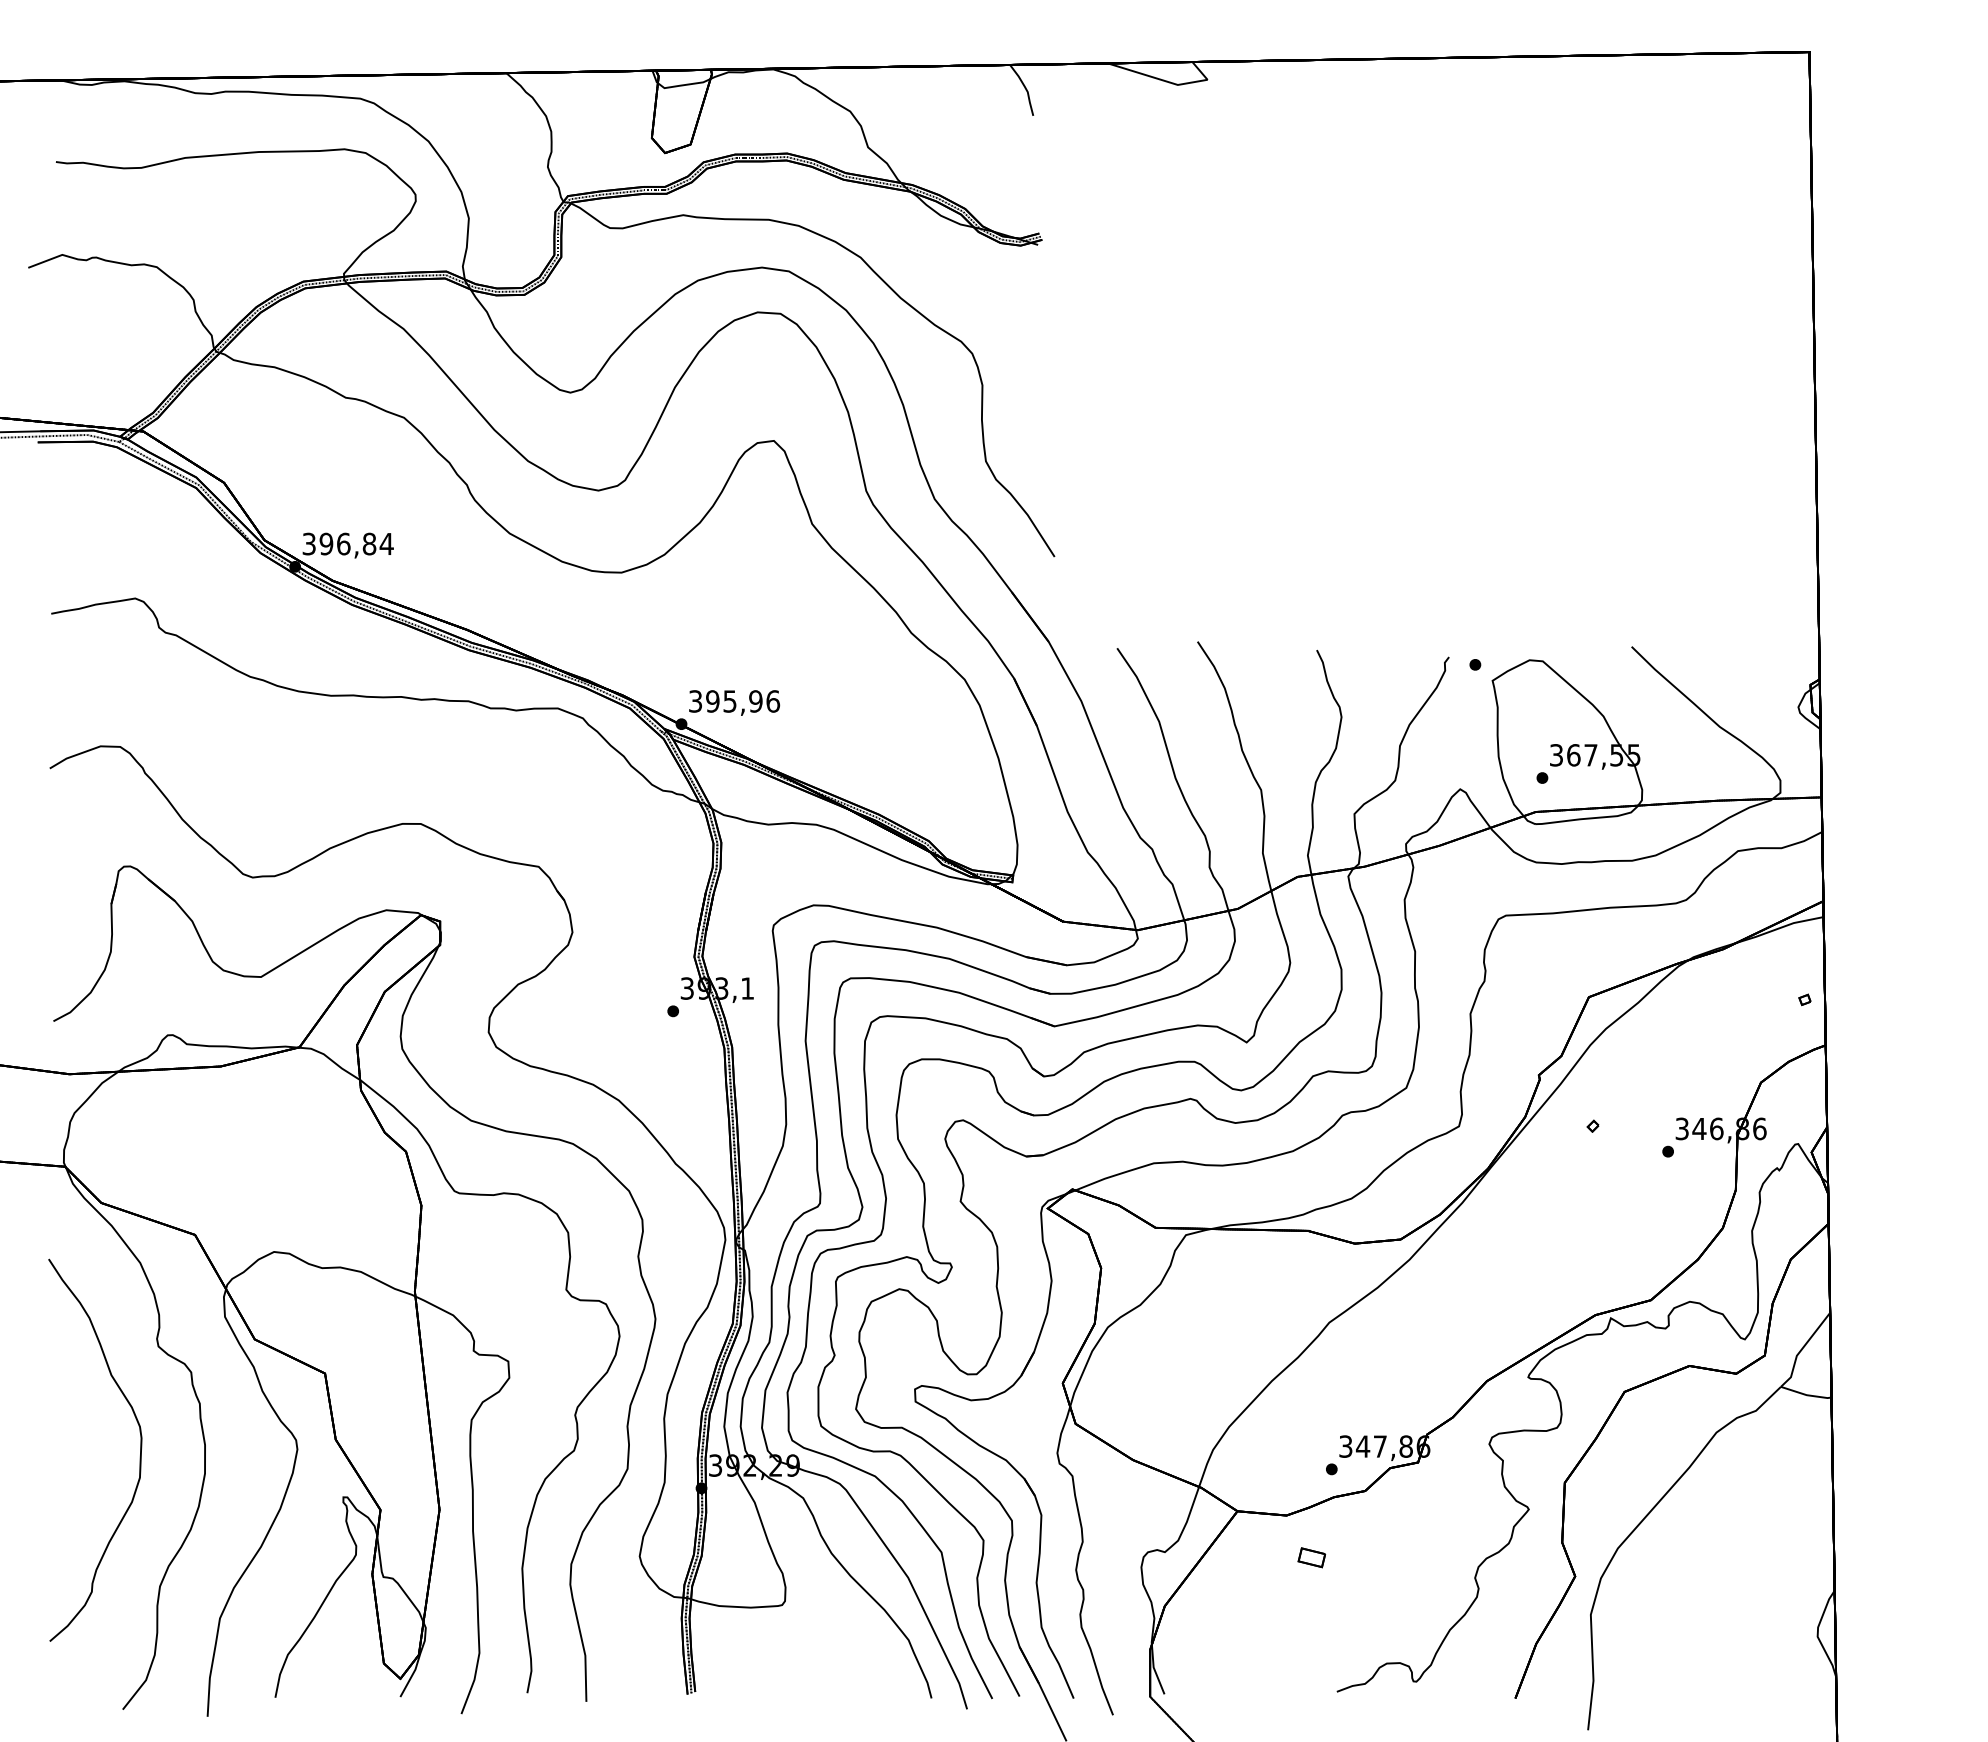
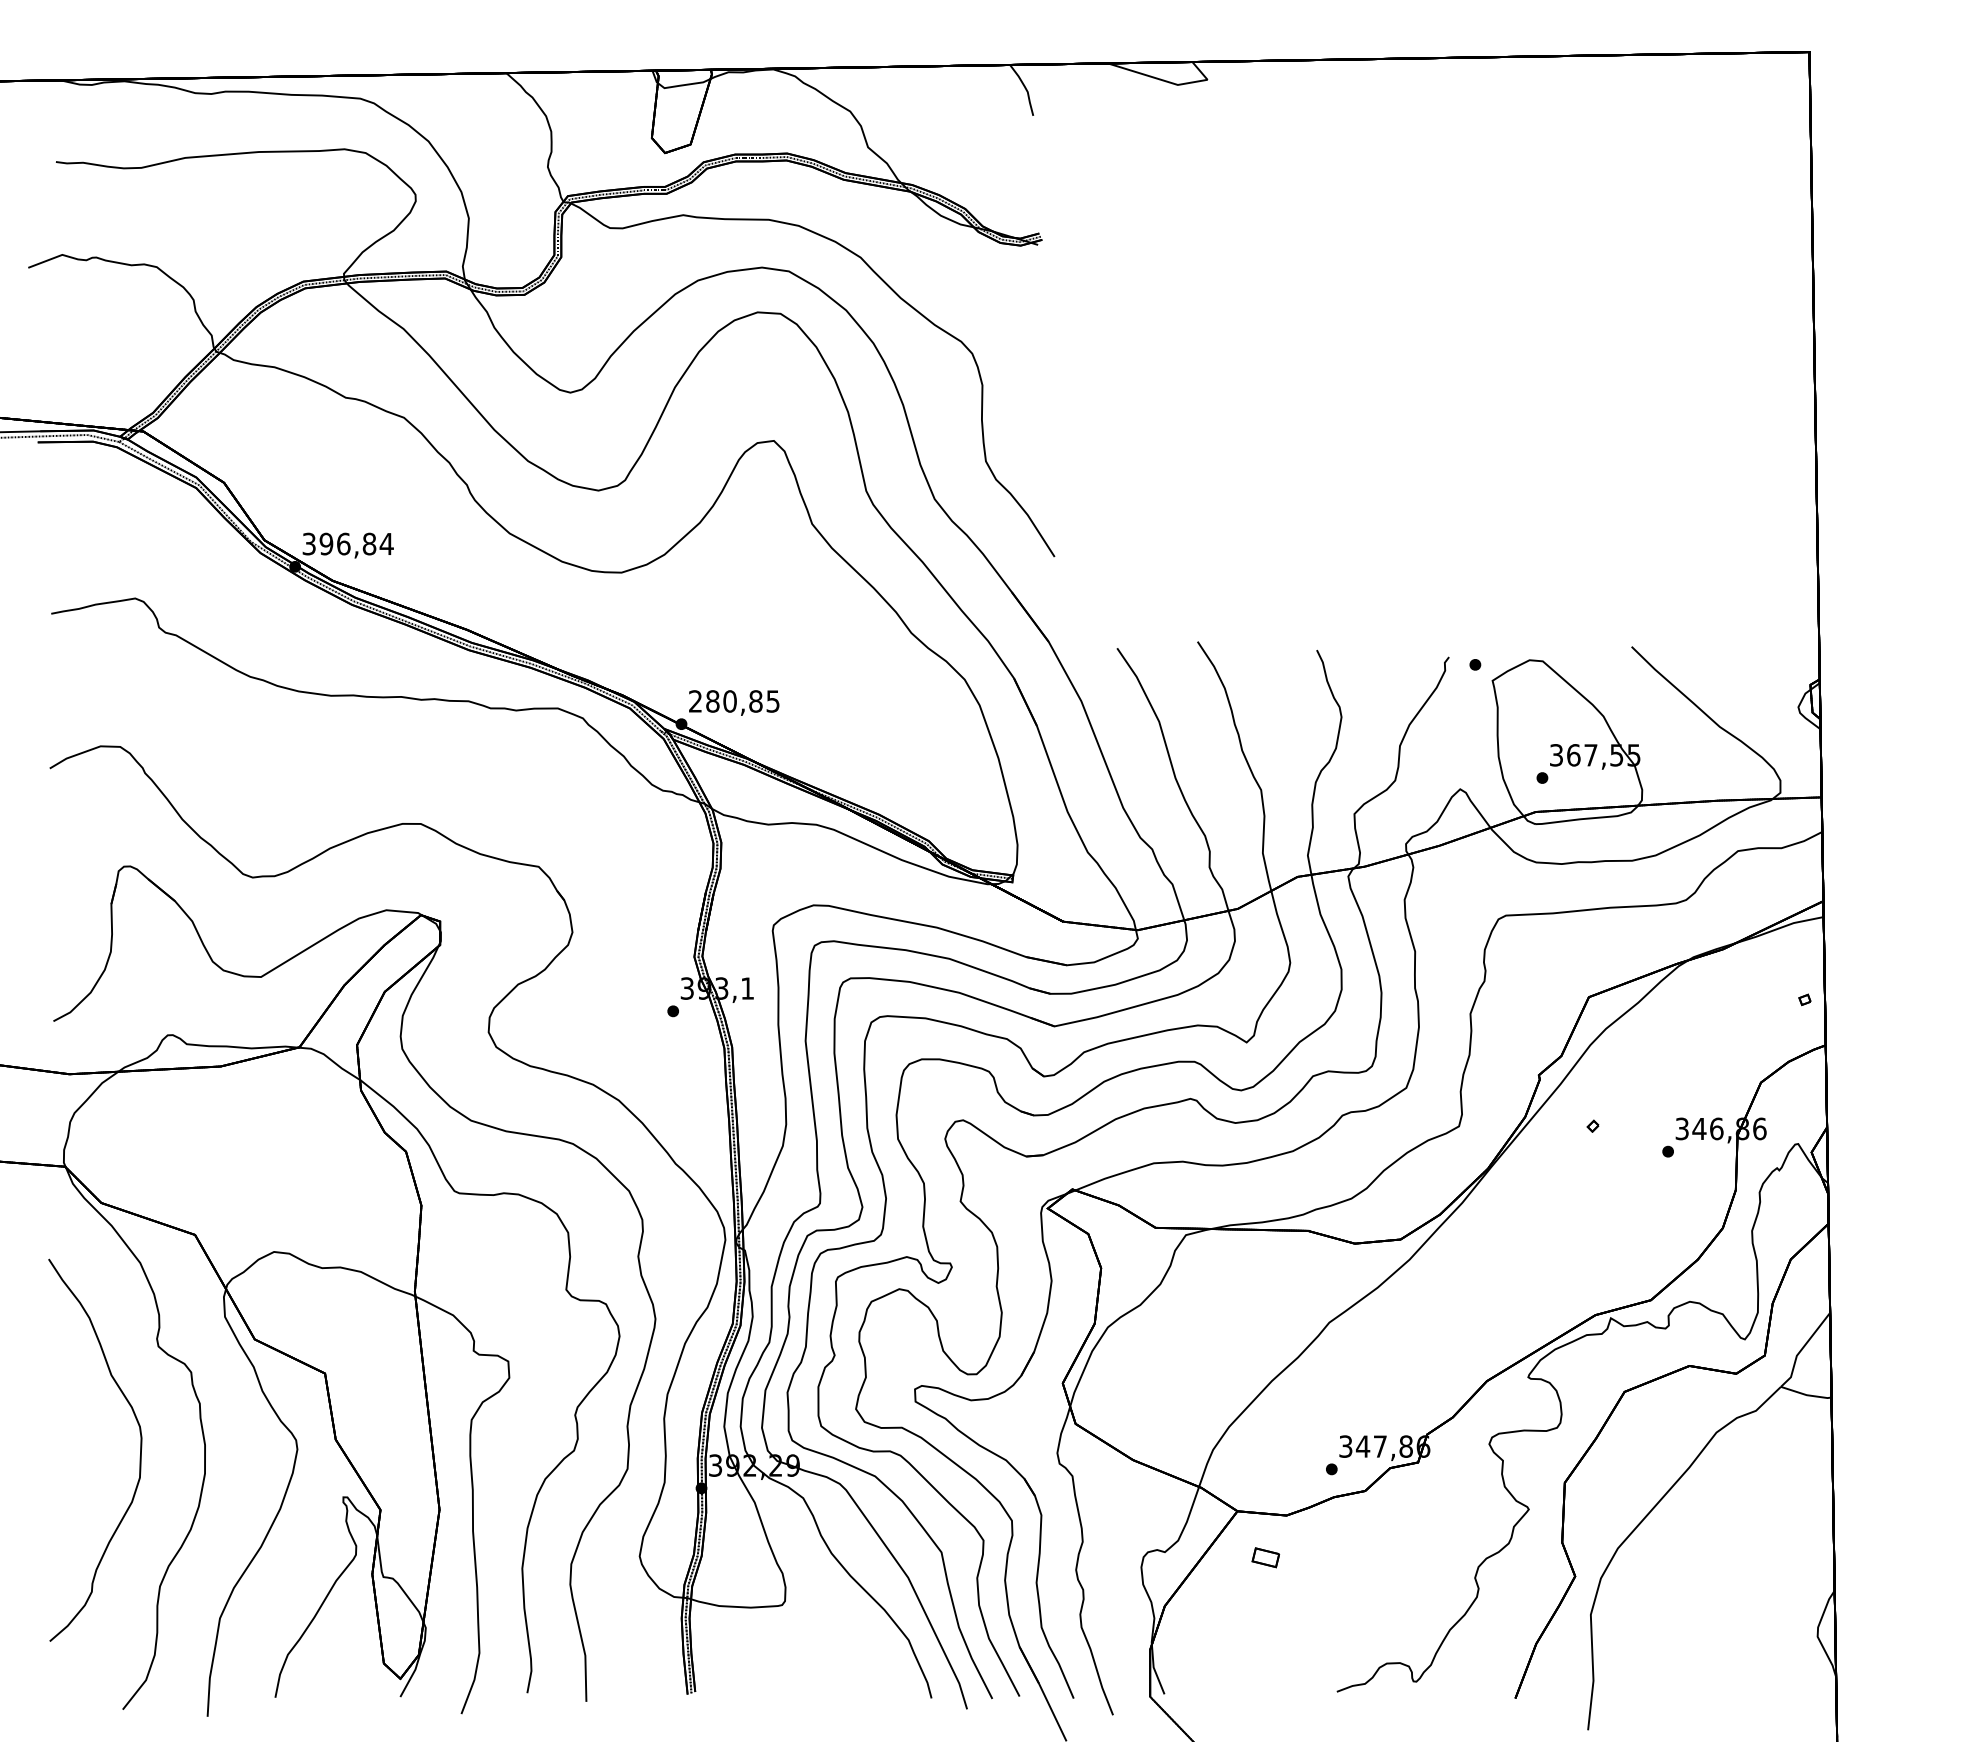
text at (734, 701): 395,96 -> 280,85
part at (1311, 1557) position: (1311, 1557) -> (1265, 1557)
